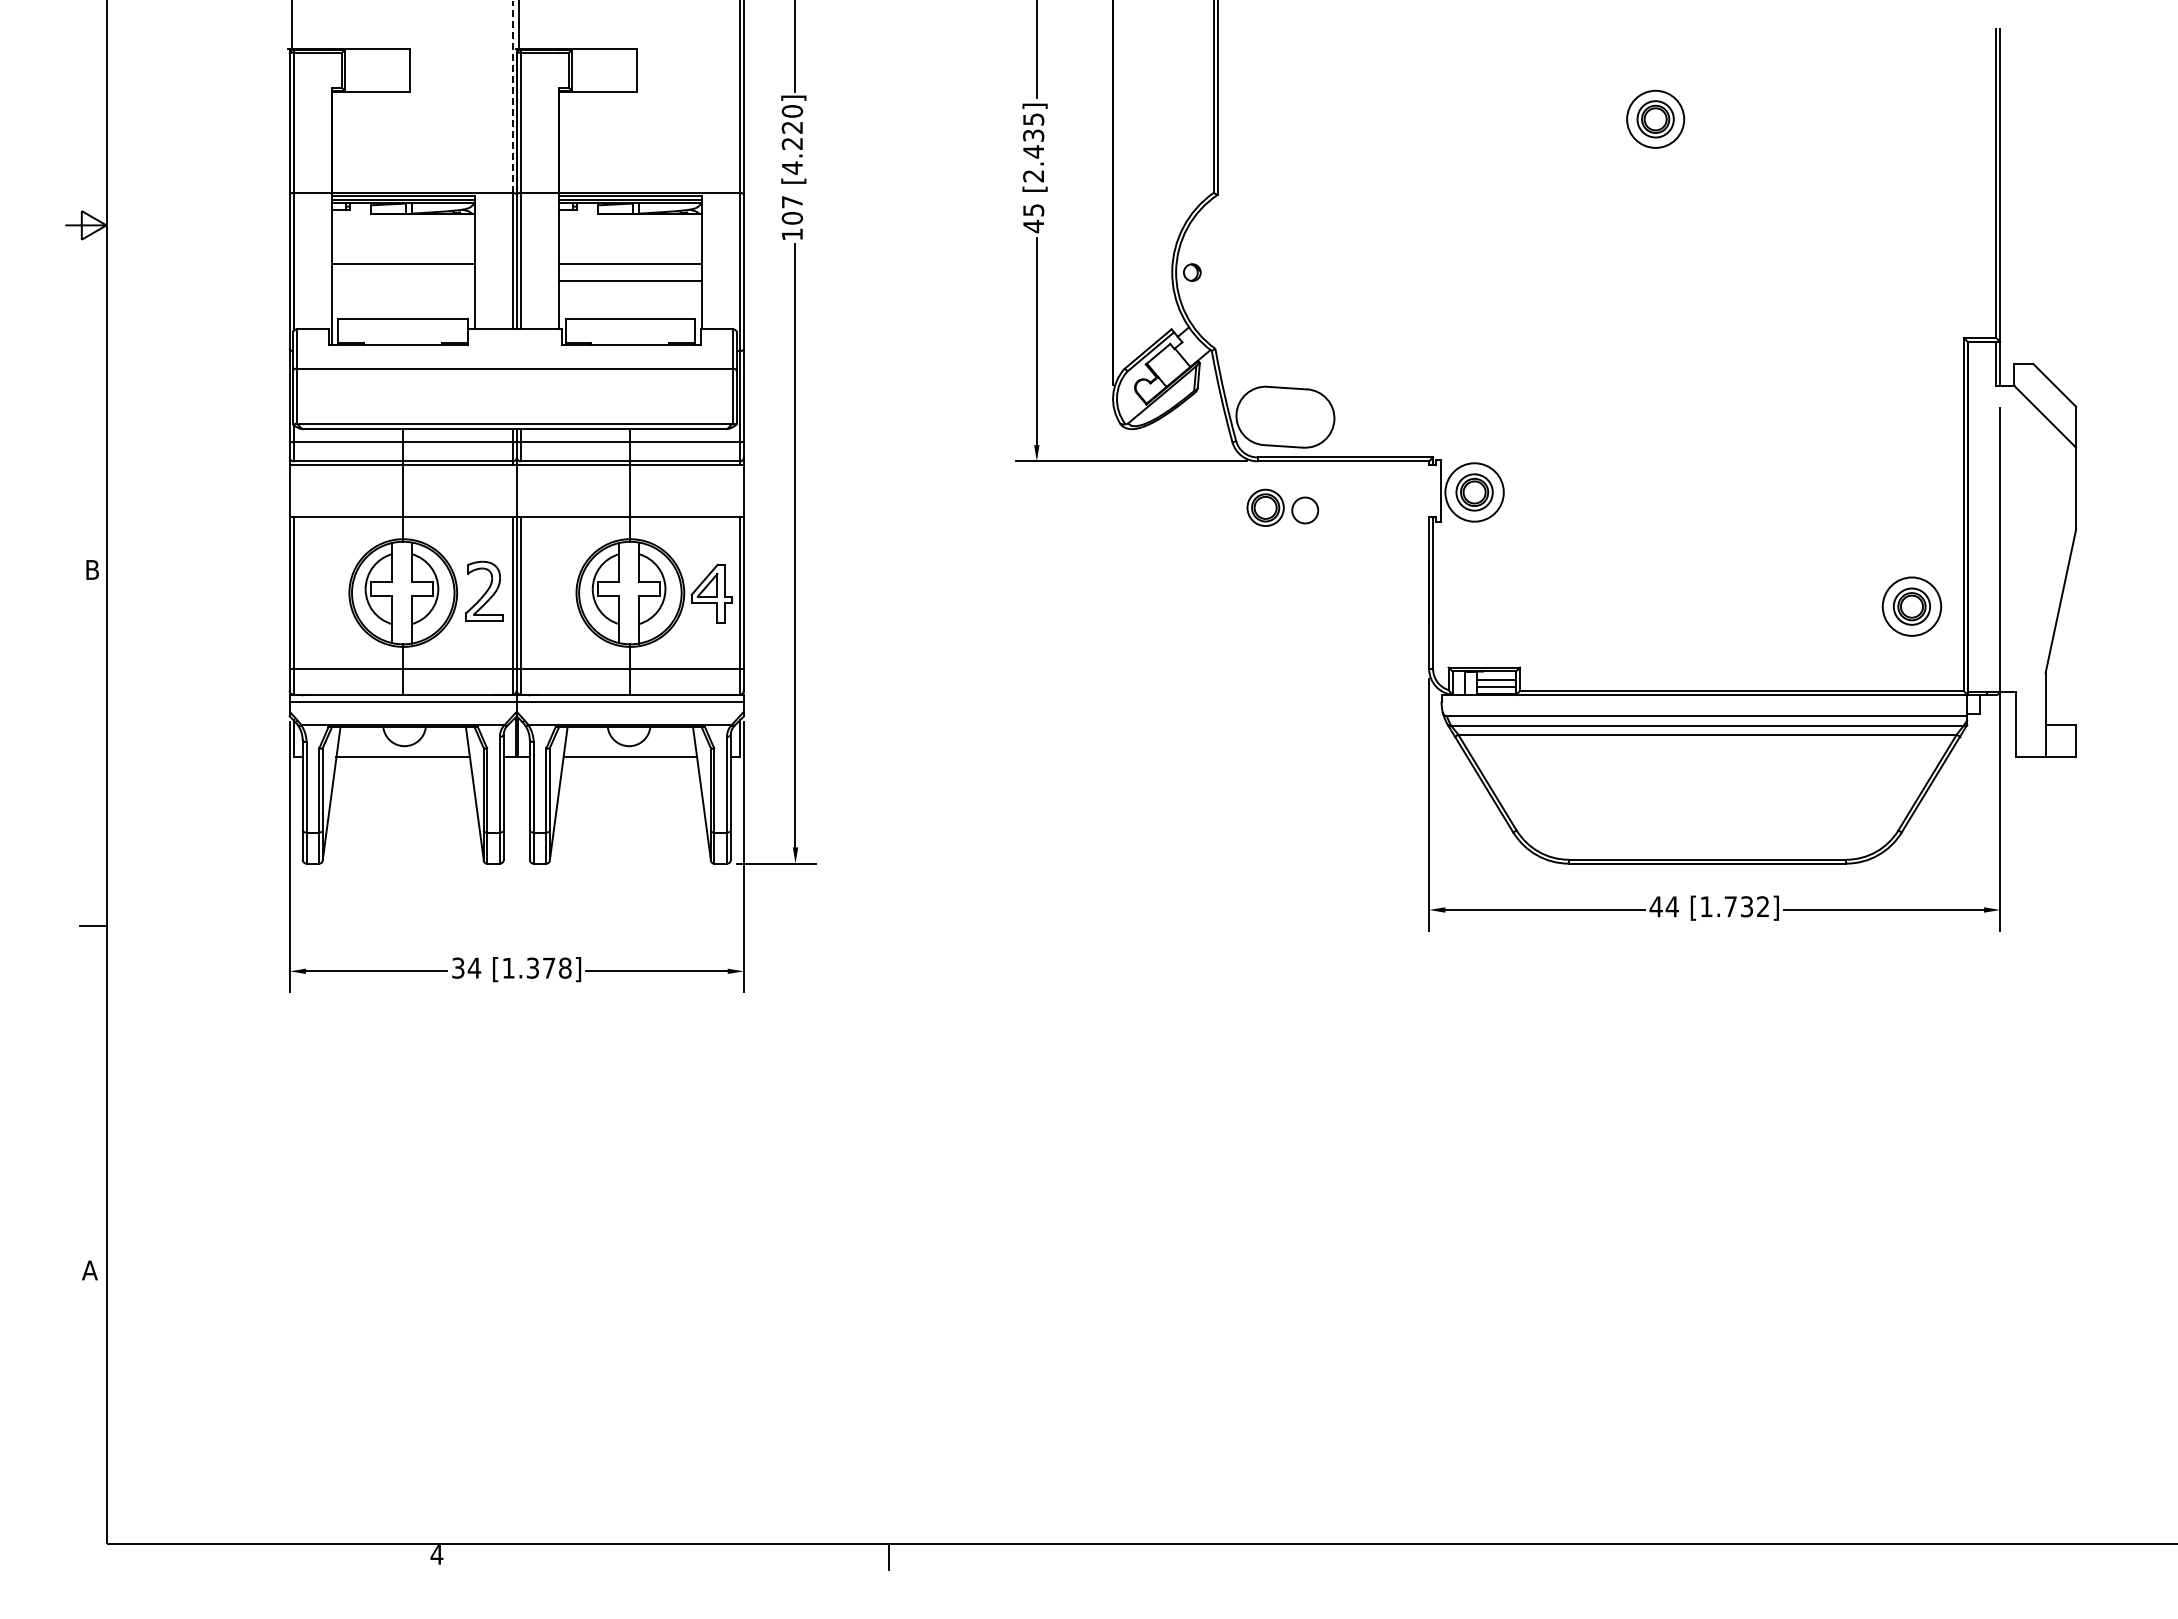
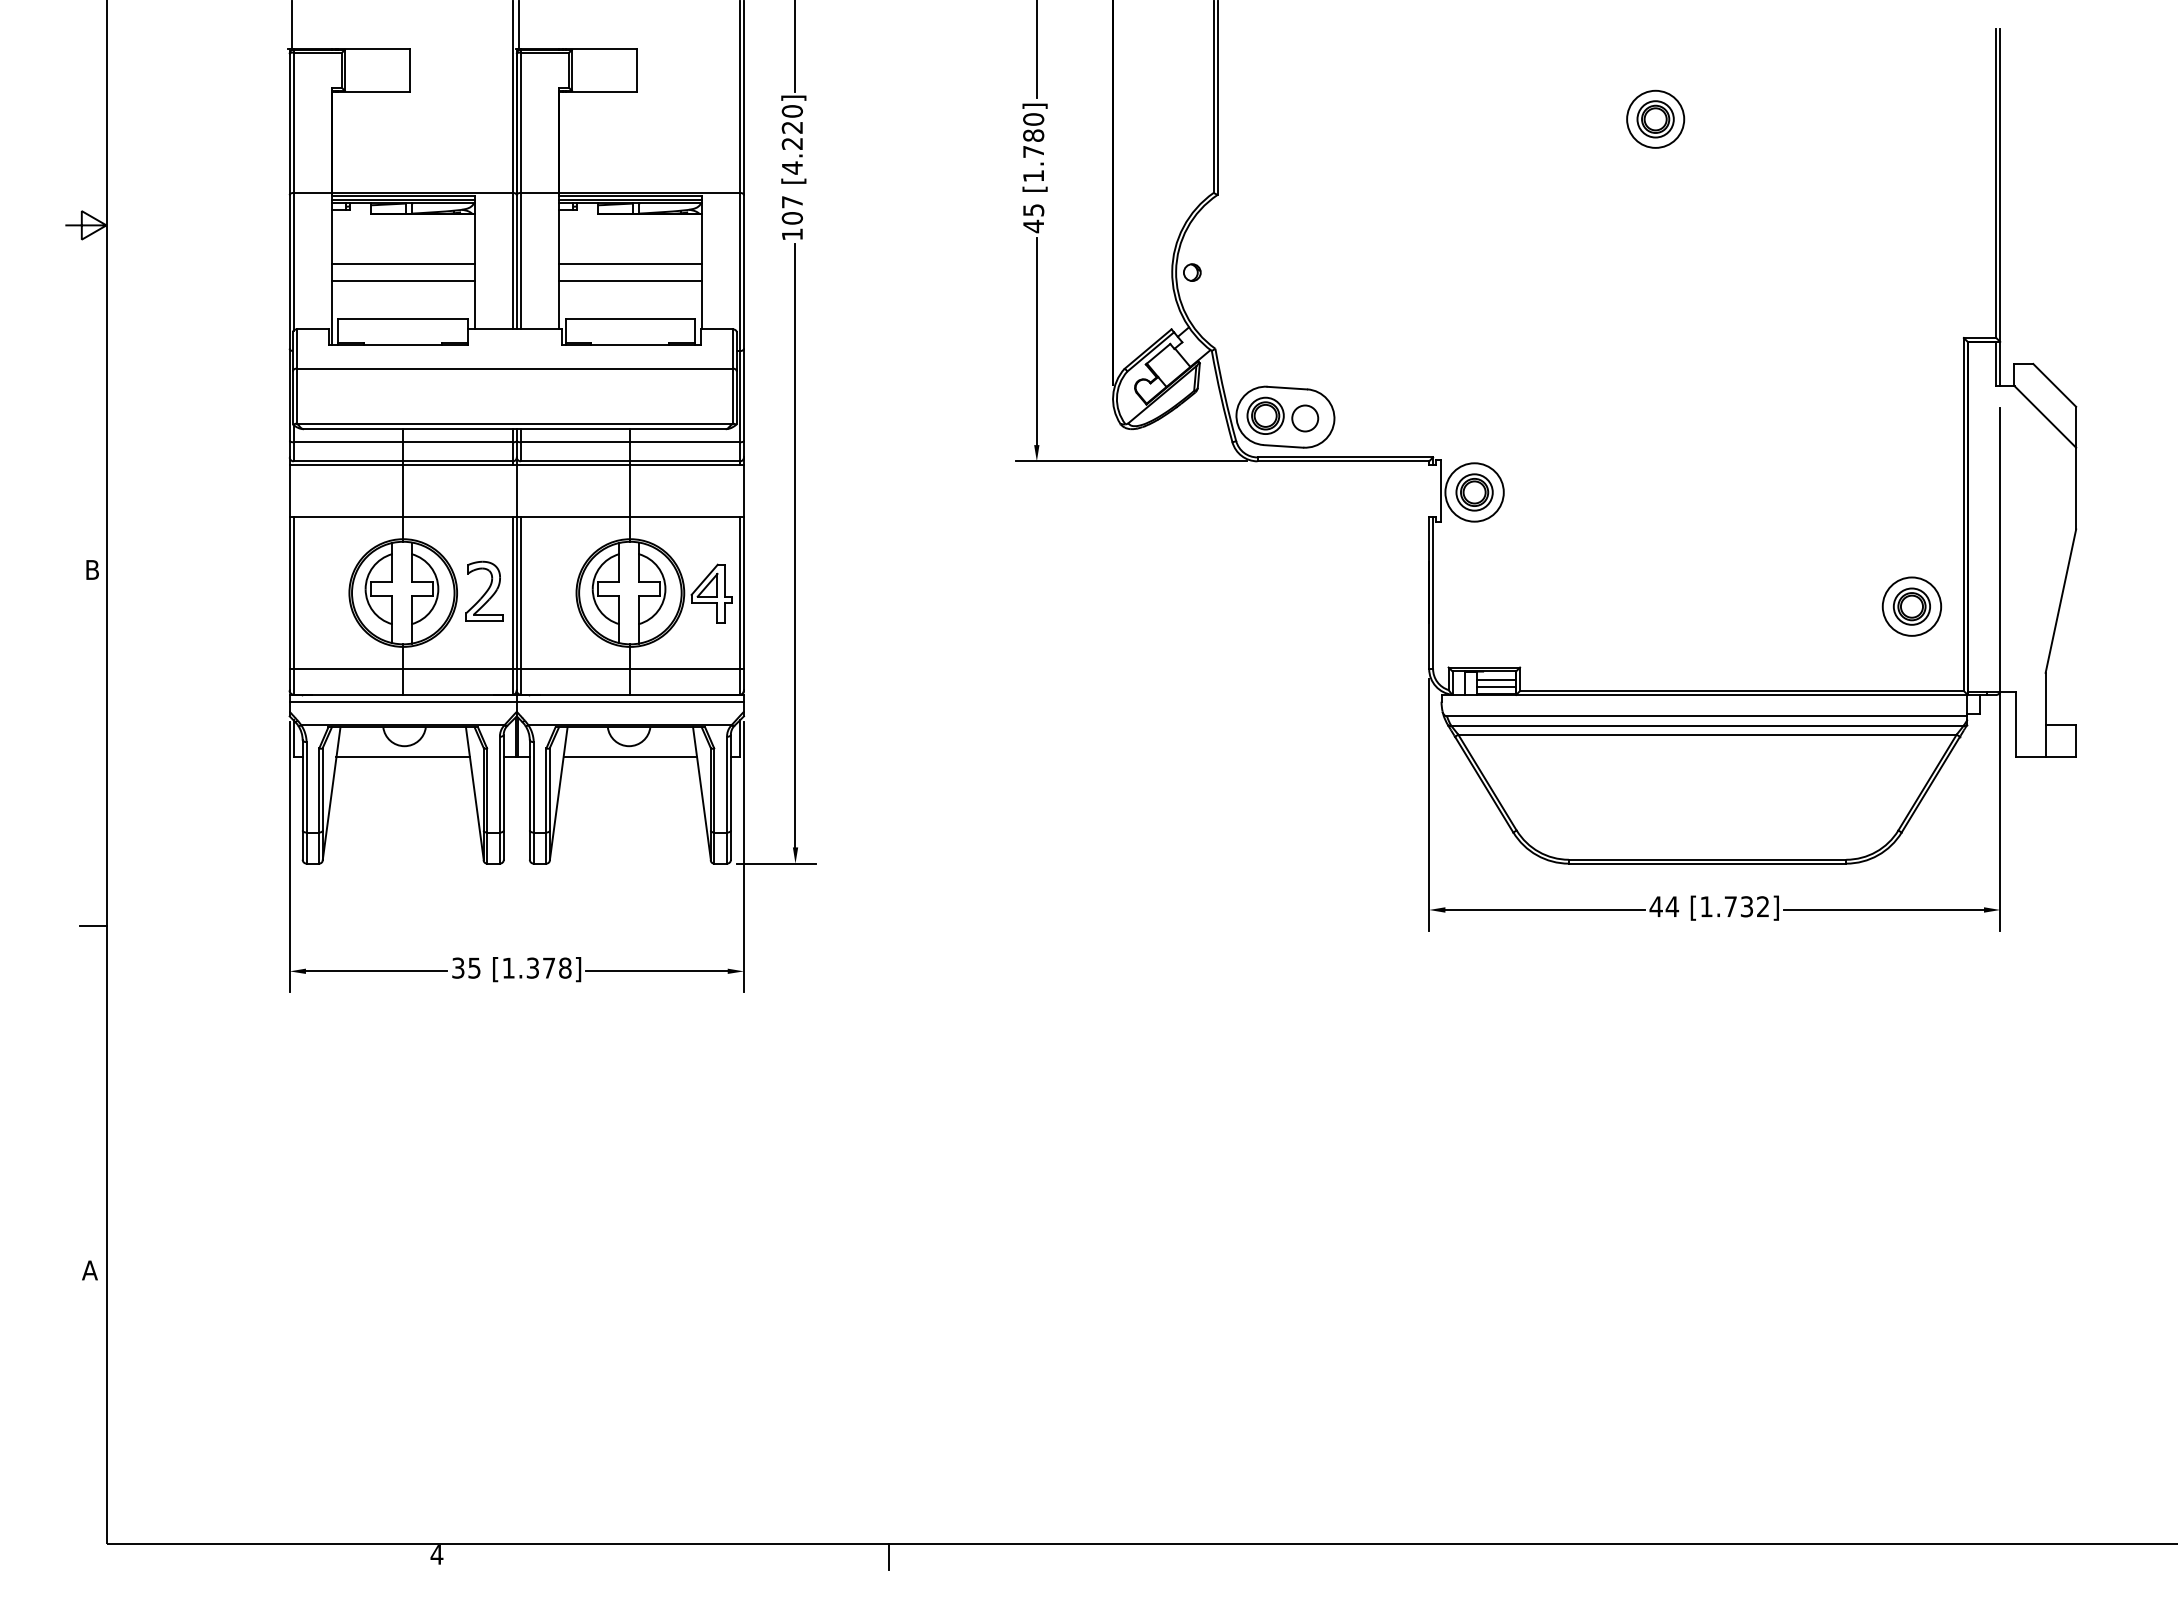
line at (512, 96): dashed -> solid
text at (1033, 147): [2.435] -> [1.780]
line at (402, 281): none -> present
part at (1282, 507) position: (1282, 507) -> (1282, 415)
text at (474, 967): 34 -> 35
